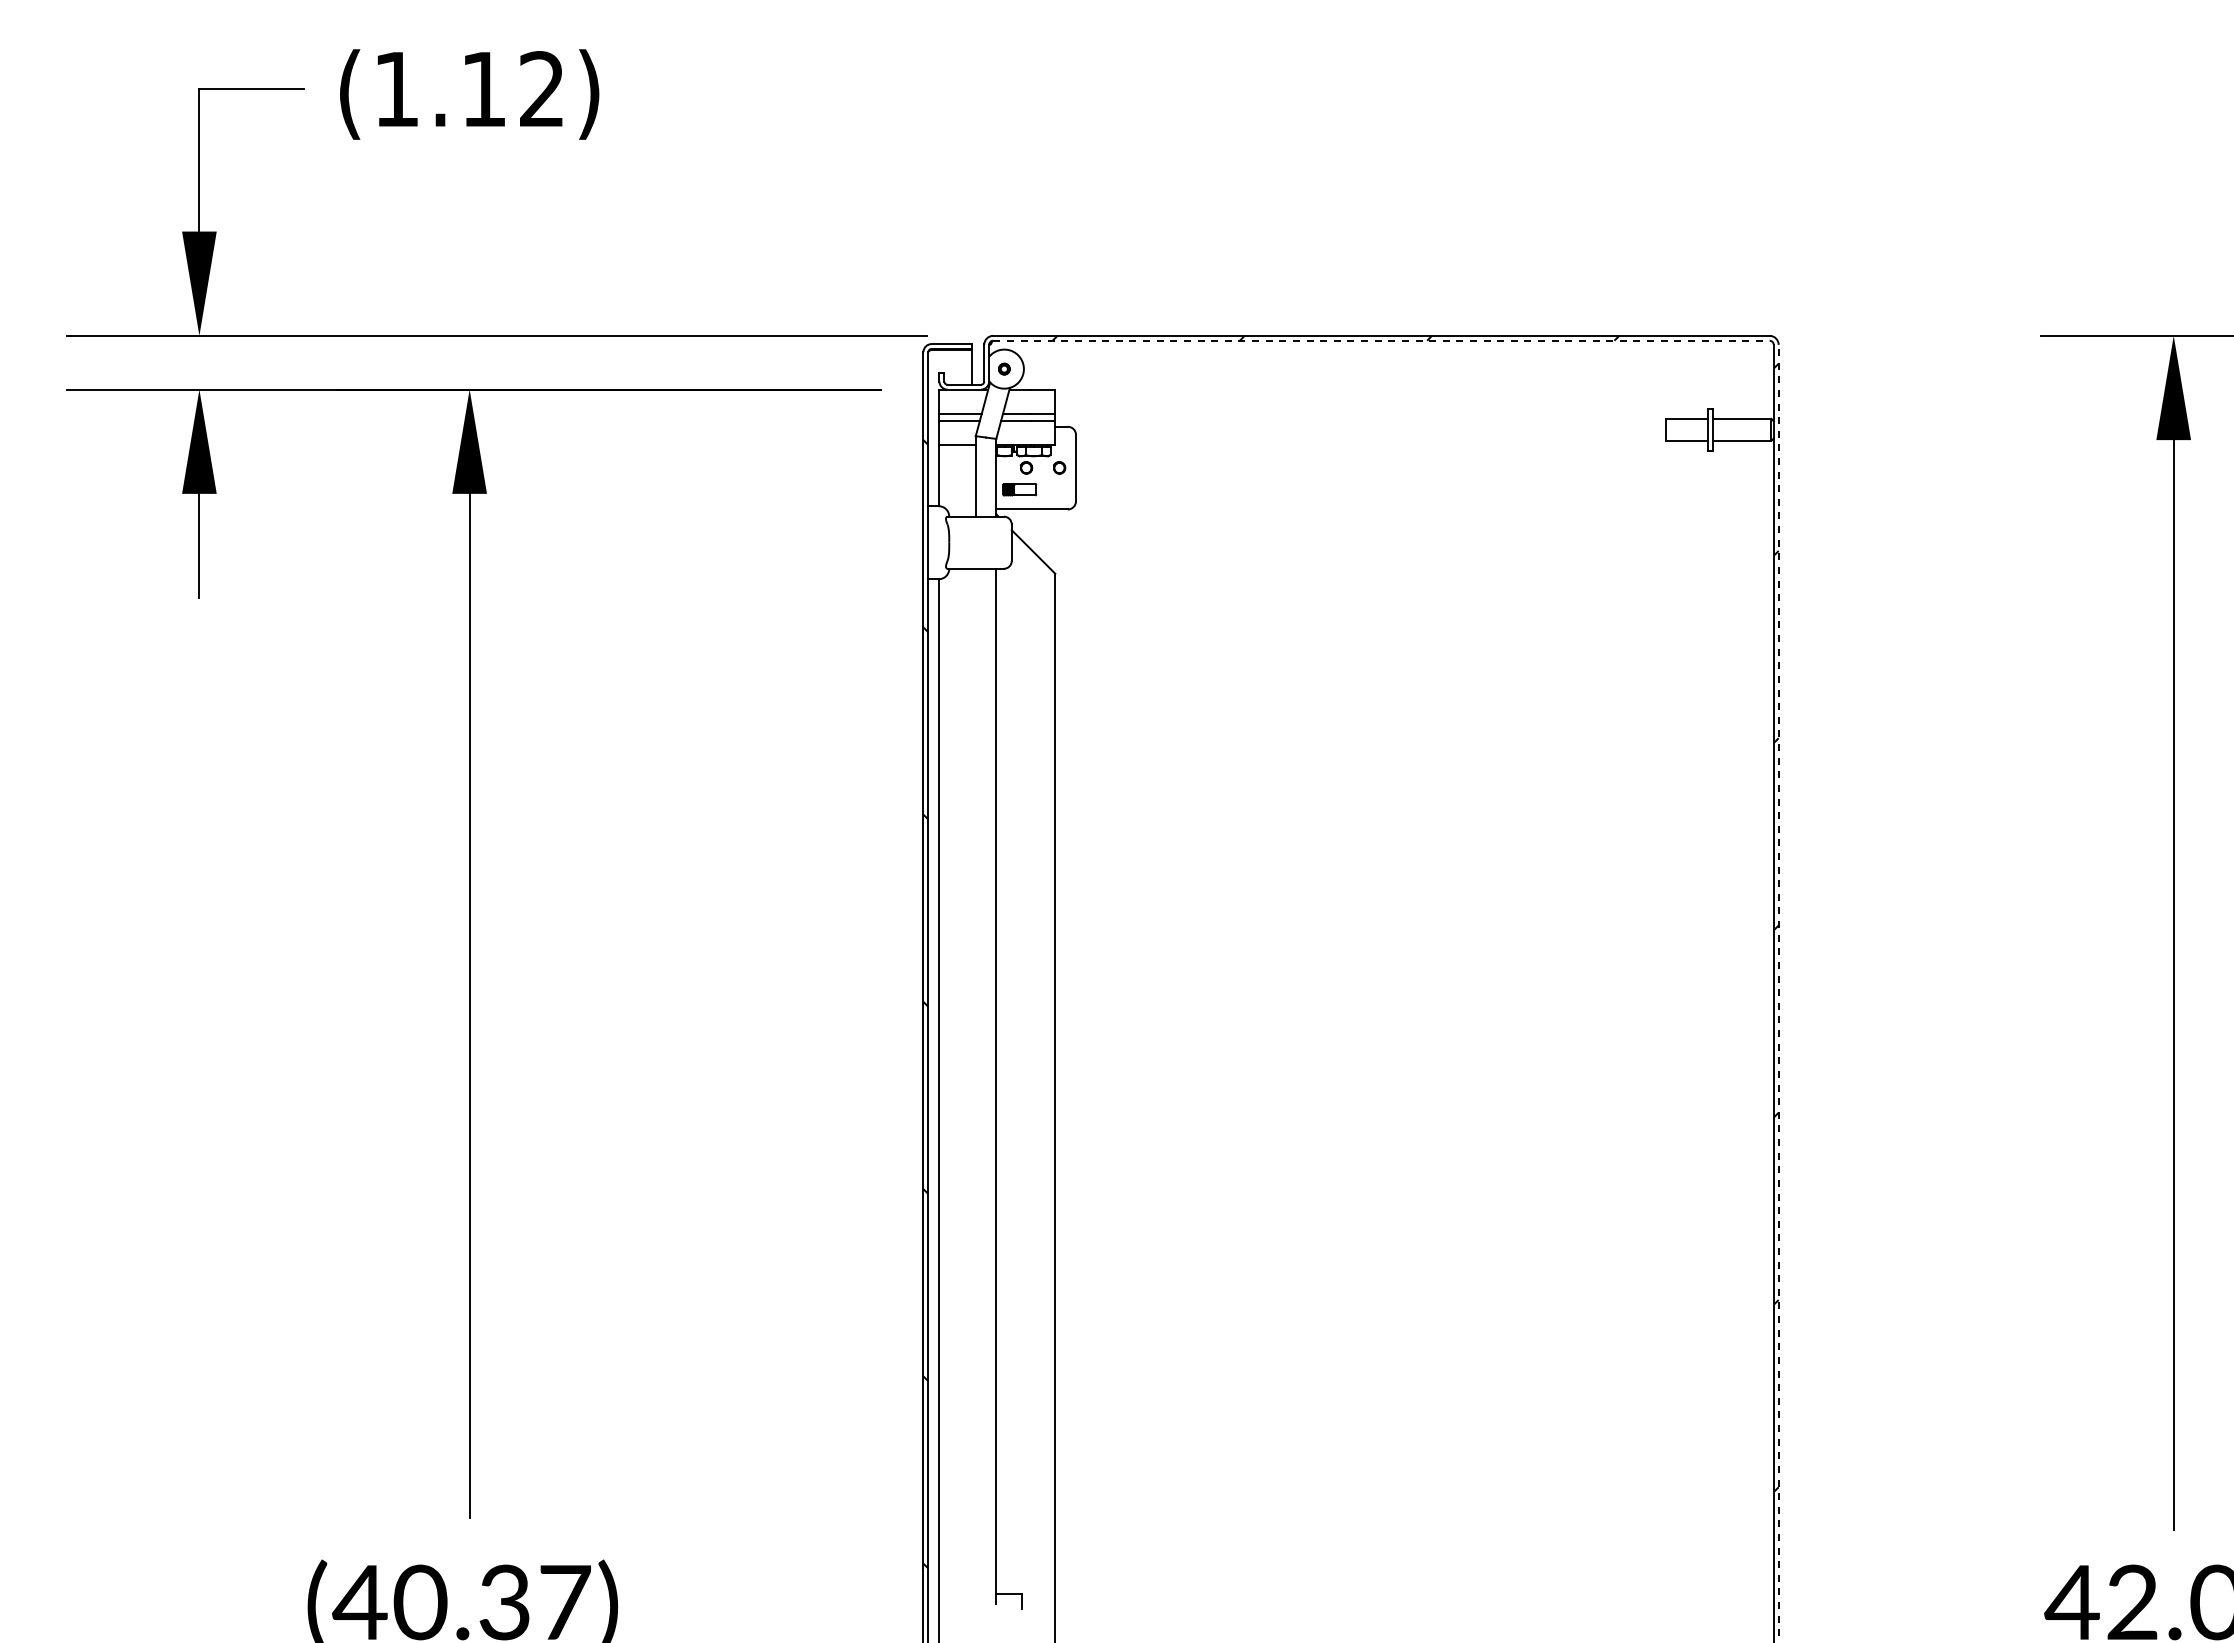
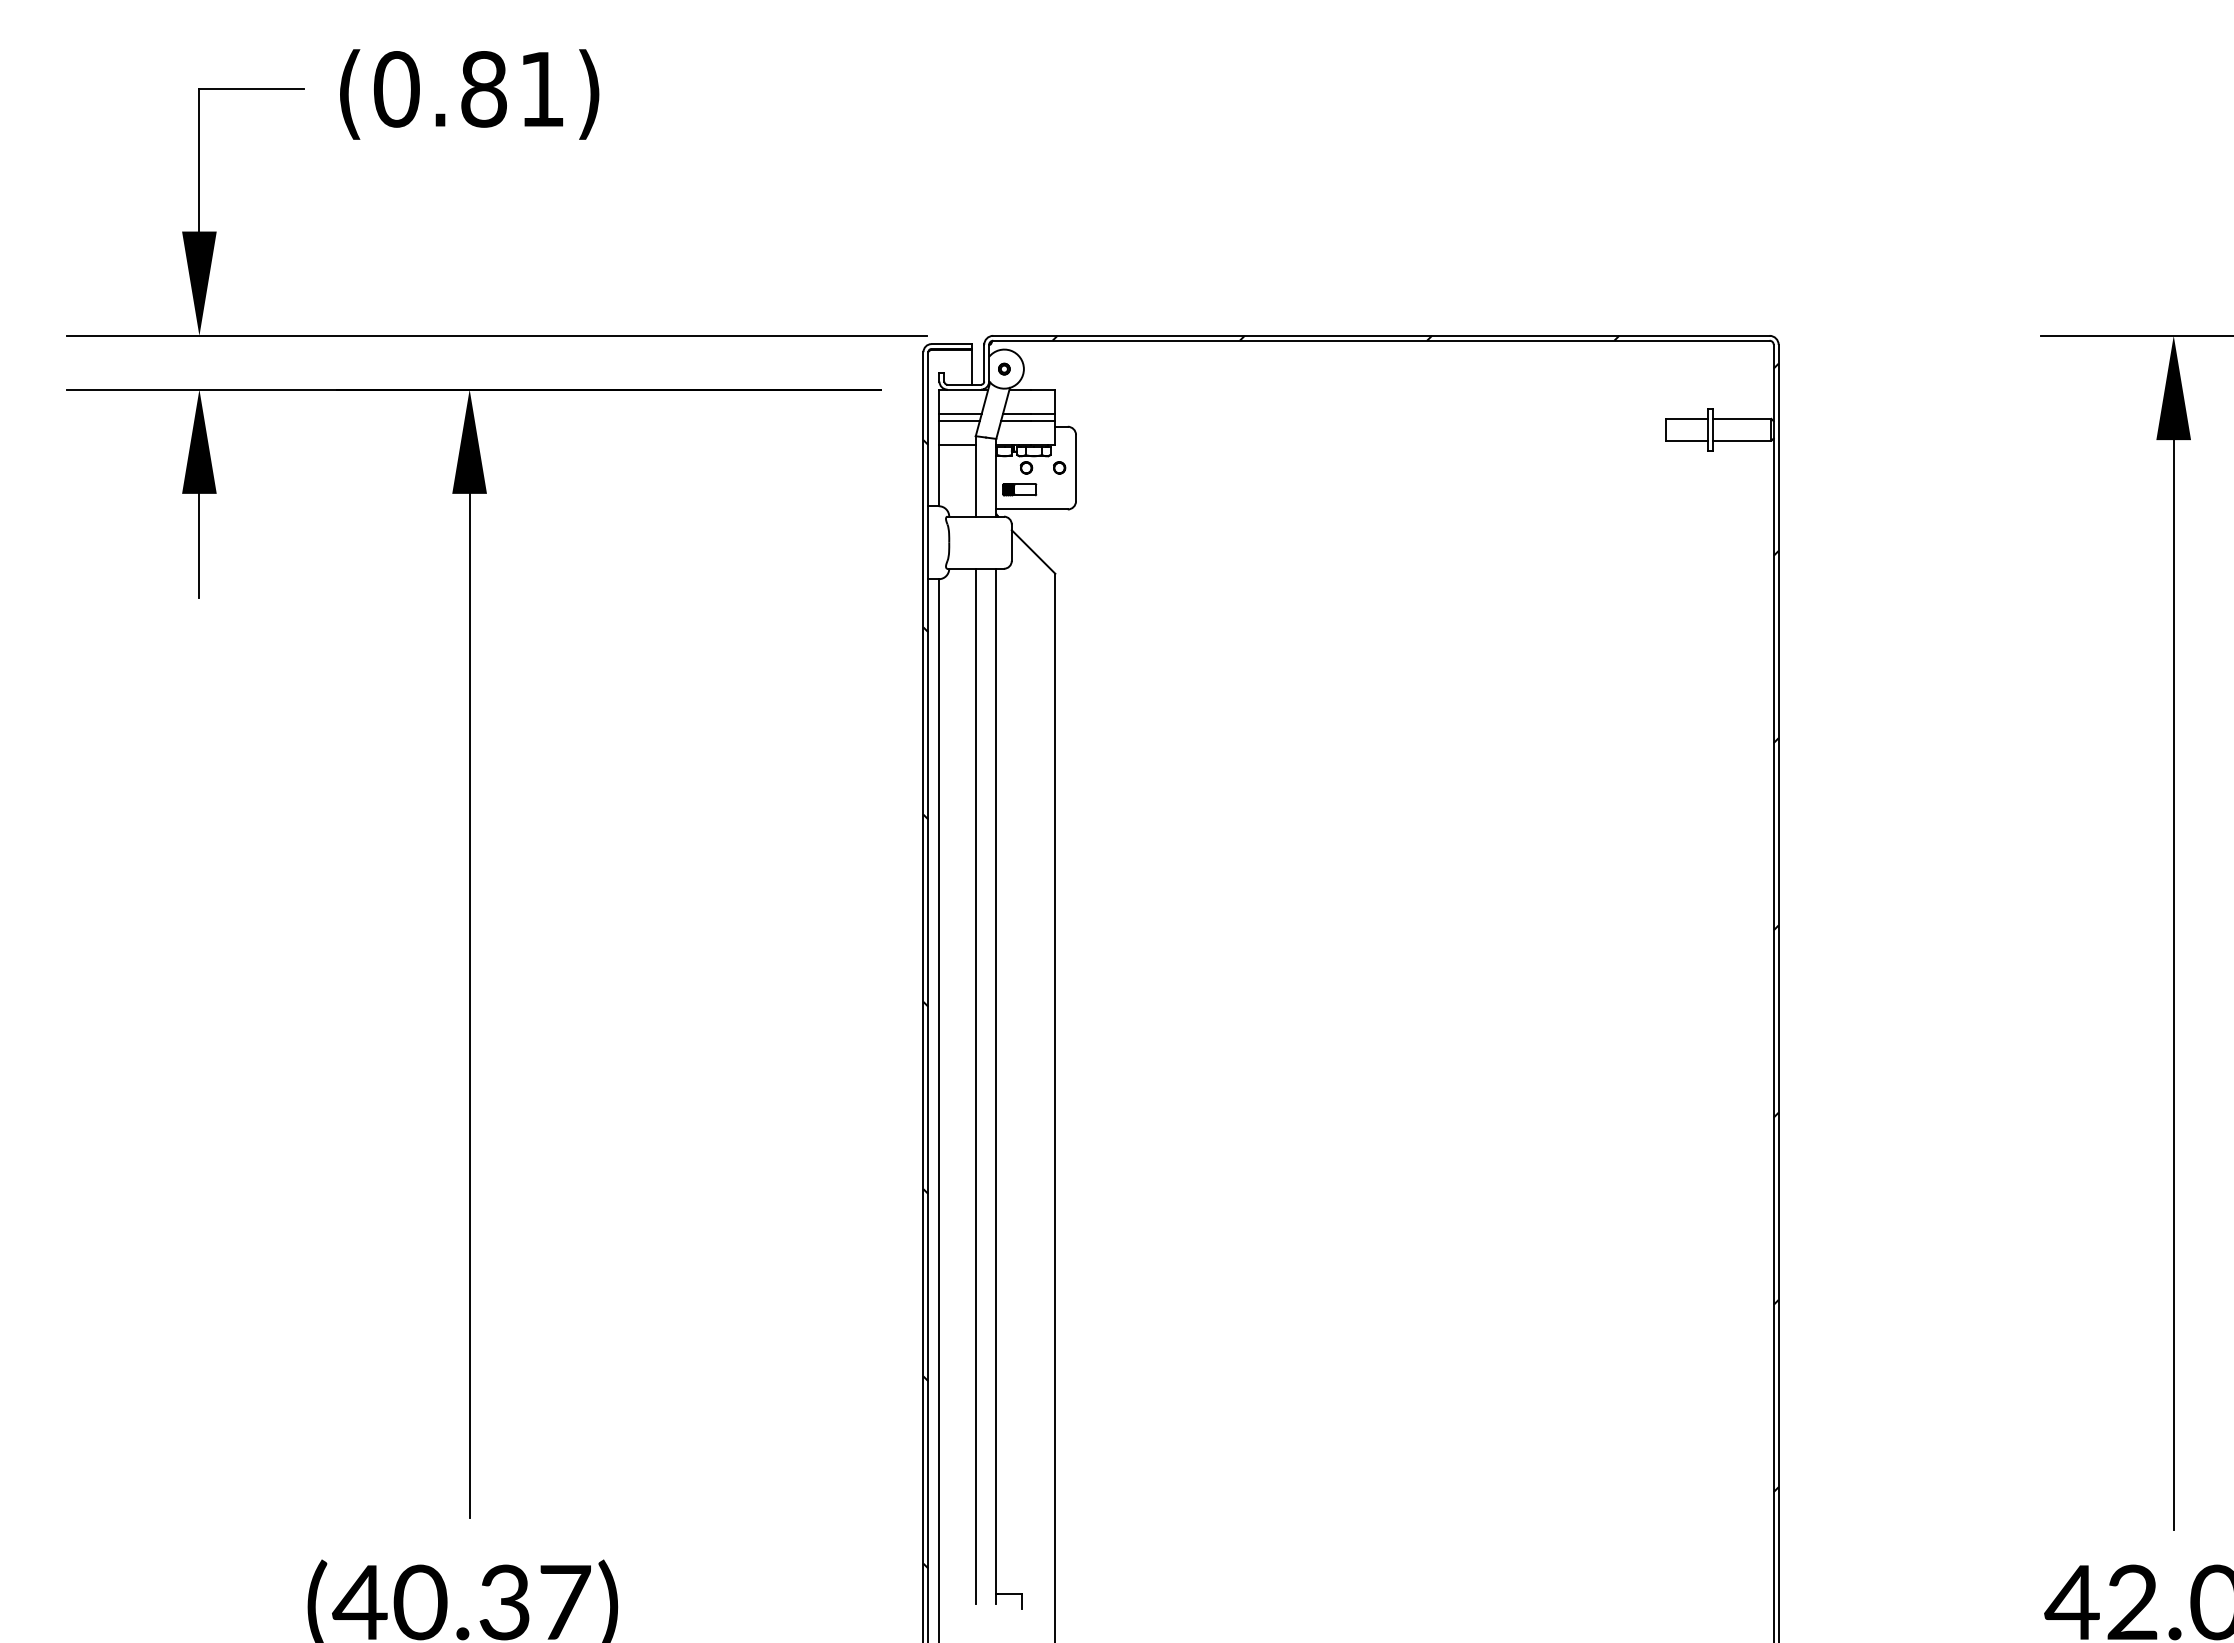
text at (468, 89): (1.12) -> (0.81)
line at (1381, 340): dashed -> solid
line at (1778, 993): dashed -> solid
line at (975, 1085): none -> present
